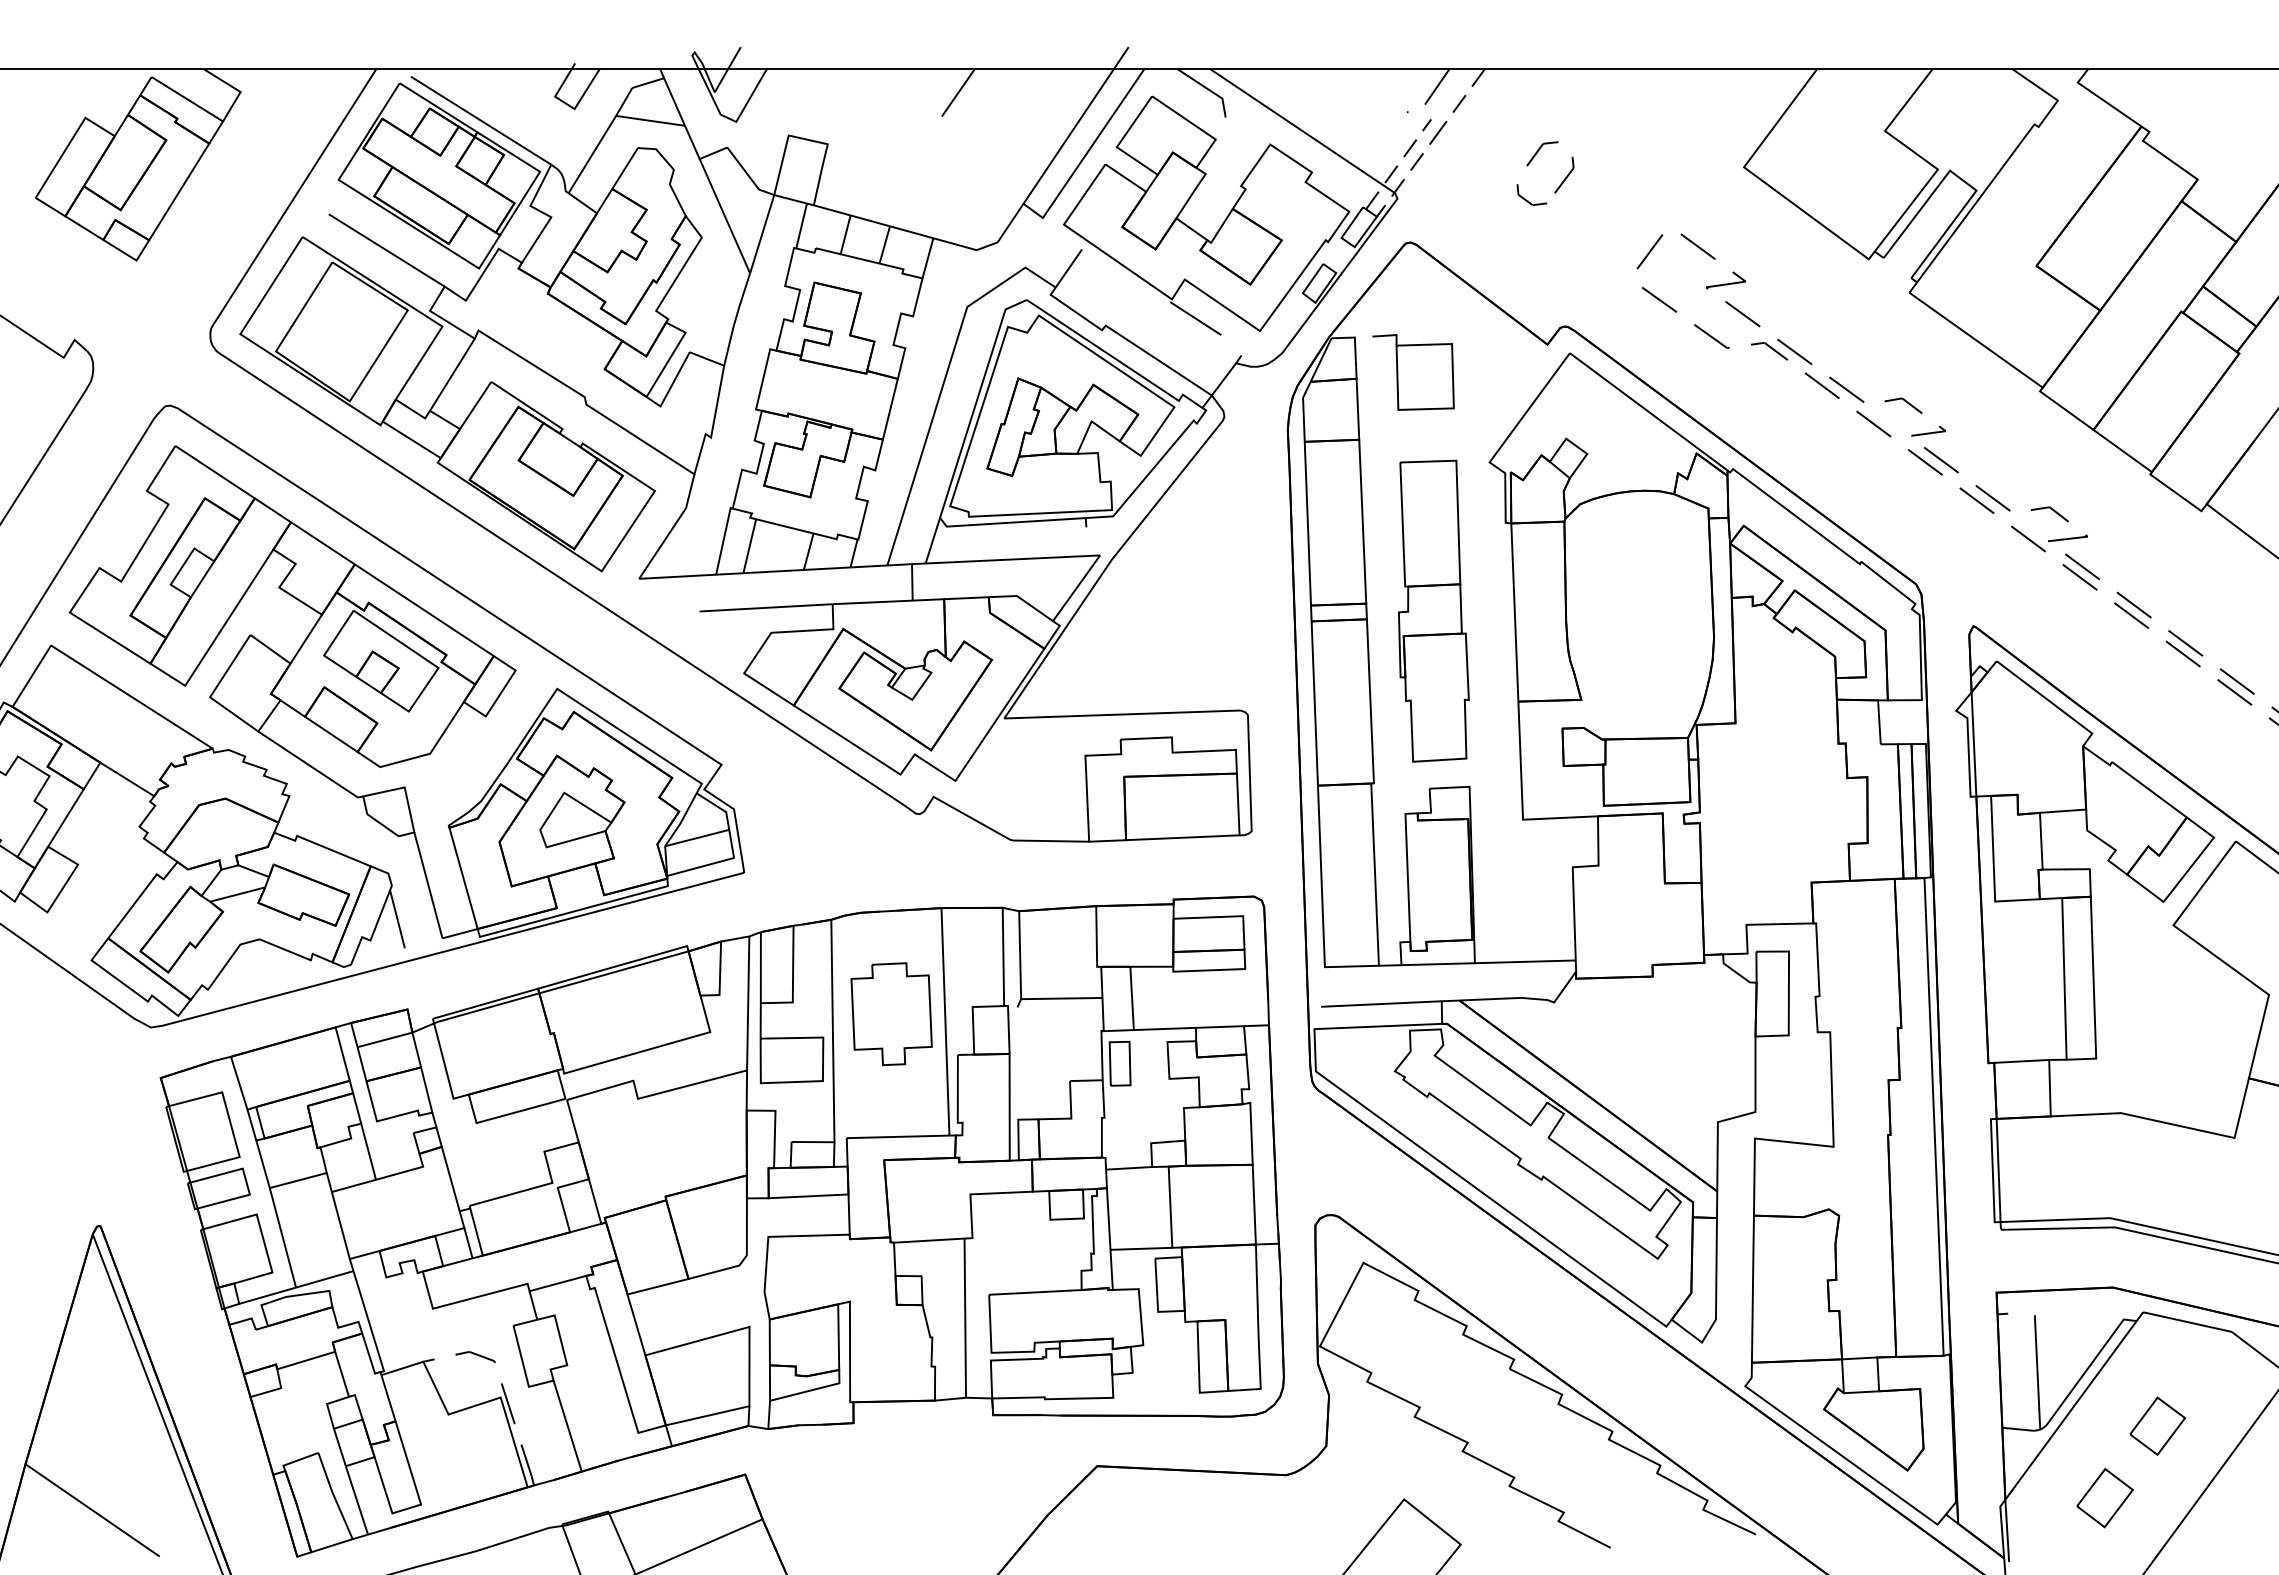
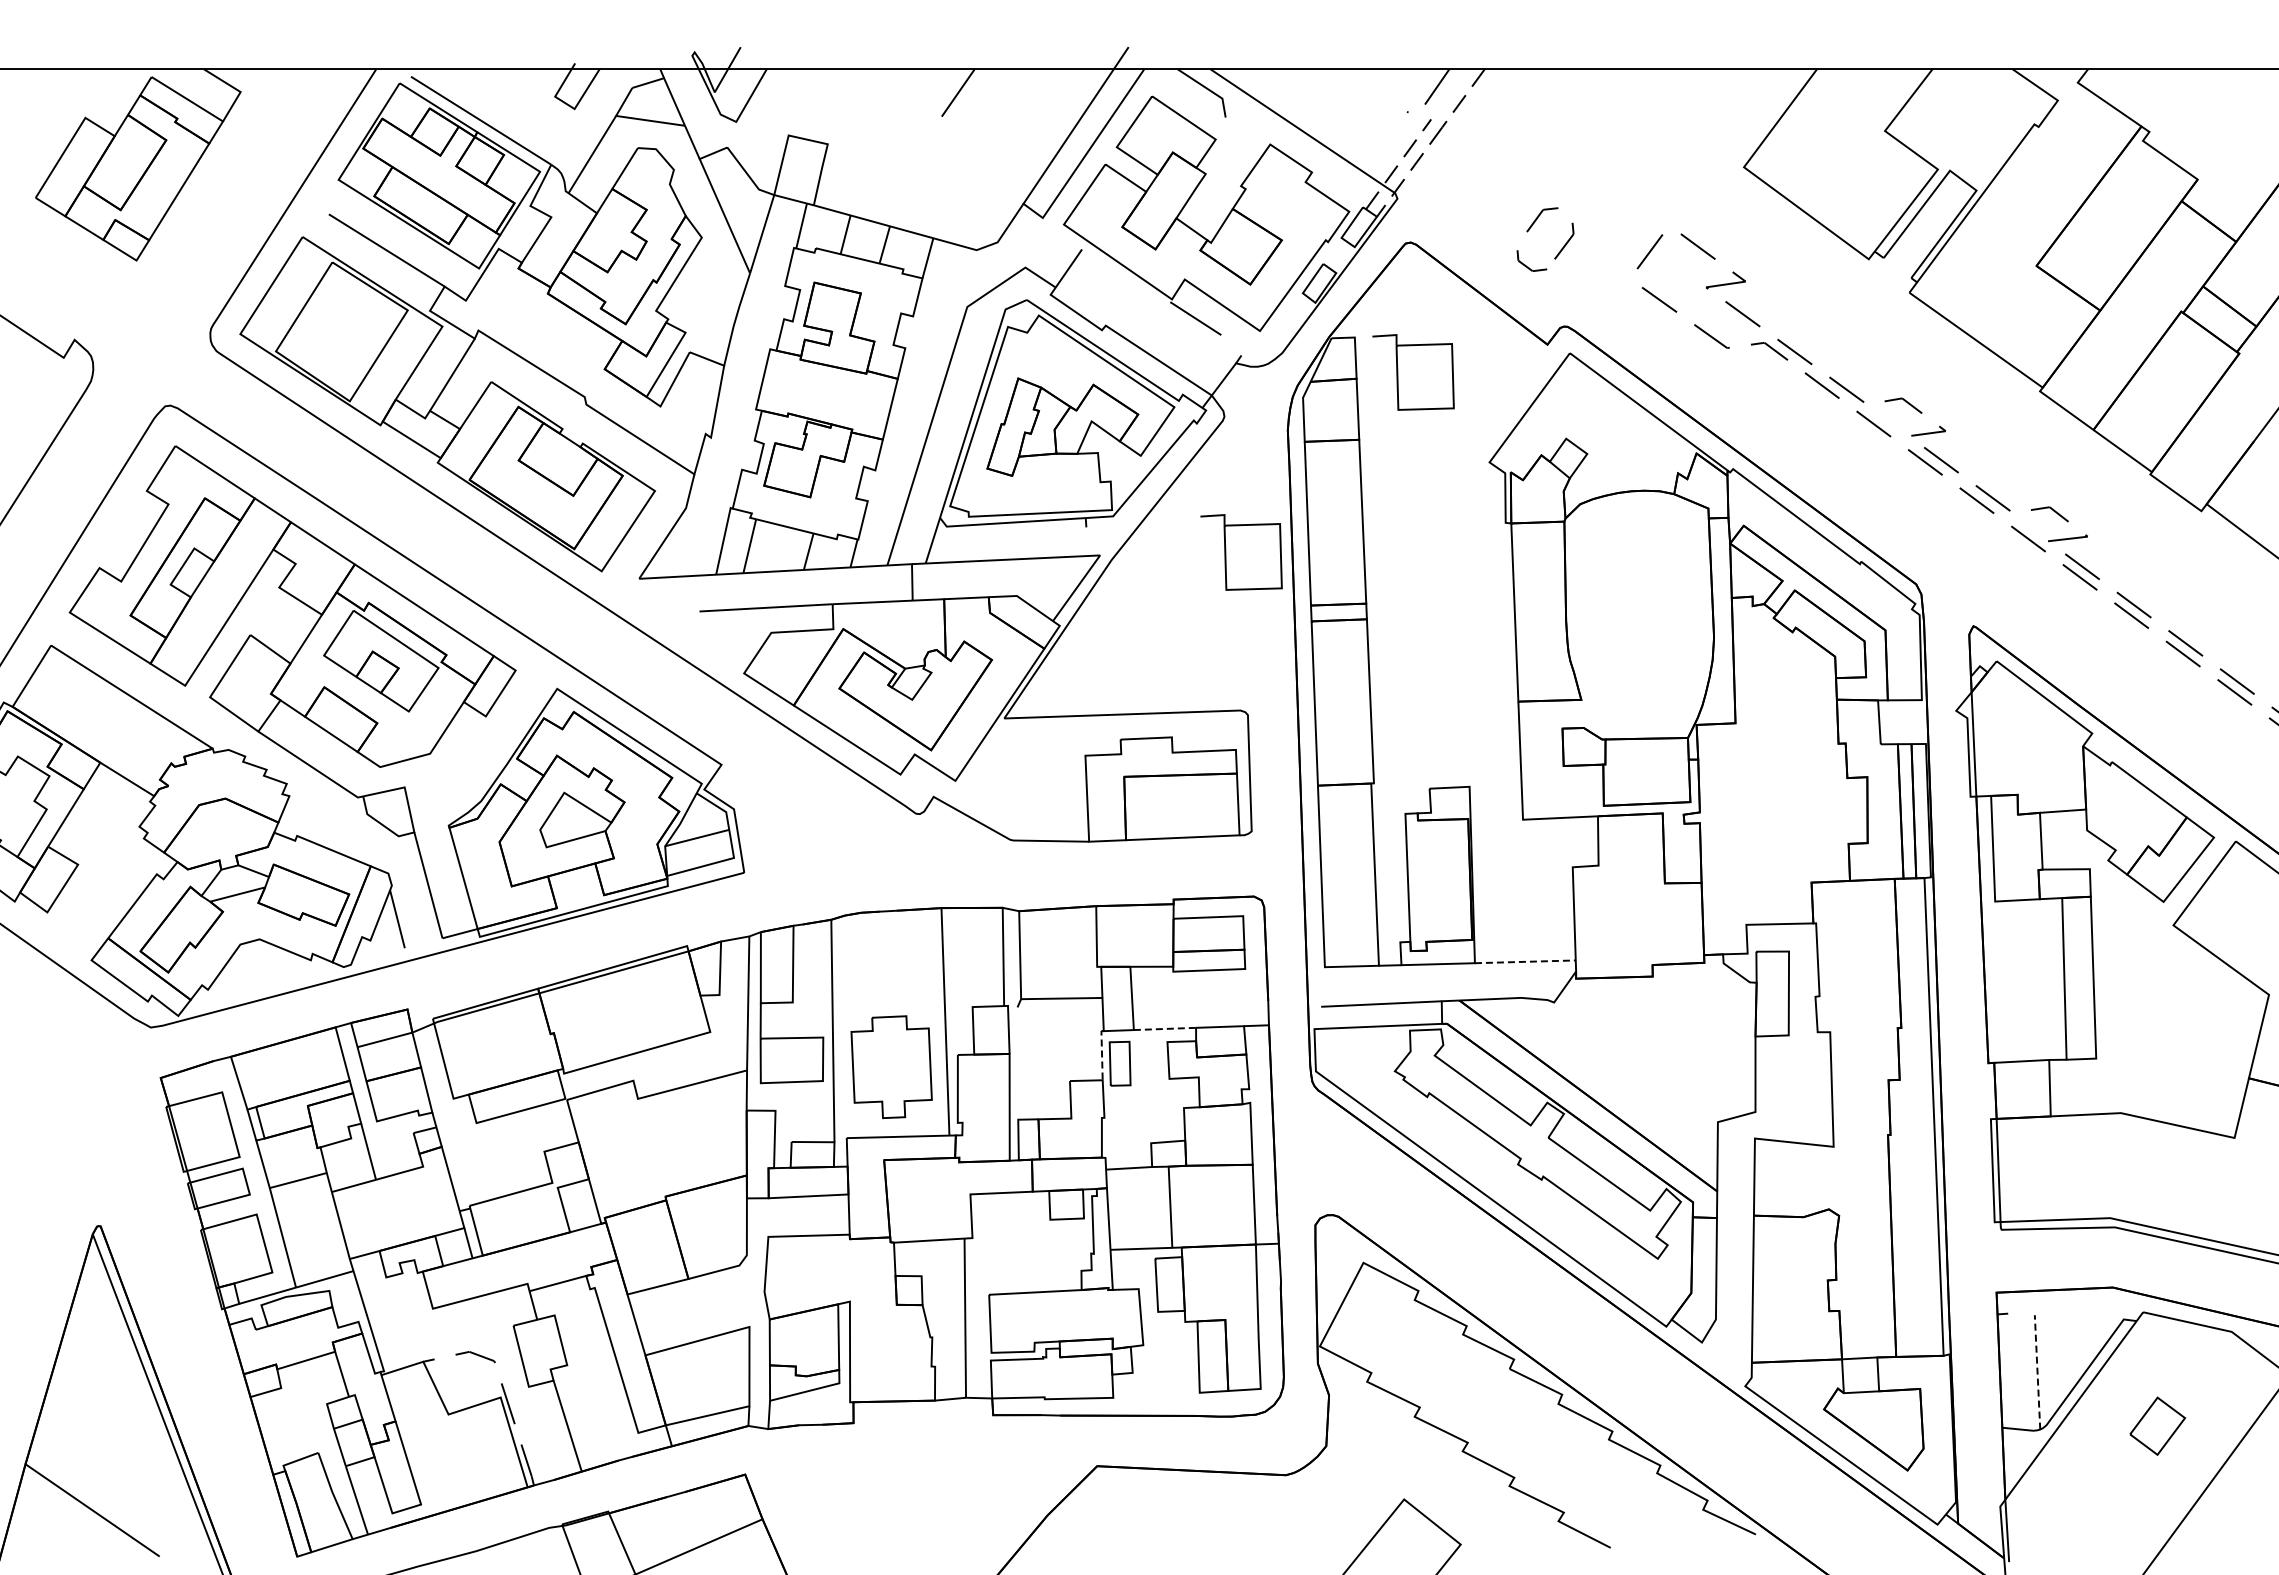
part at (1560, 183) position: (1560, 183) -> (1560, 249)
part at (1241, 552): none -> present
part at (1433, 610): present -> none
line at (1525, 961): solid -> dashed
part at (891, 1014) position: (891, 1014) -> (891, 1067)
line at (1165, 1028): solid -> dashed
line at (1102, 1053): solid -> dashed
line at (2037, 1371): solid -> dashed
part at (2104, 1498): present -> none
